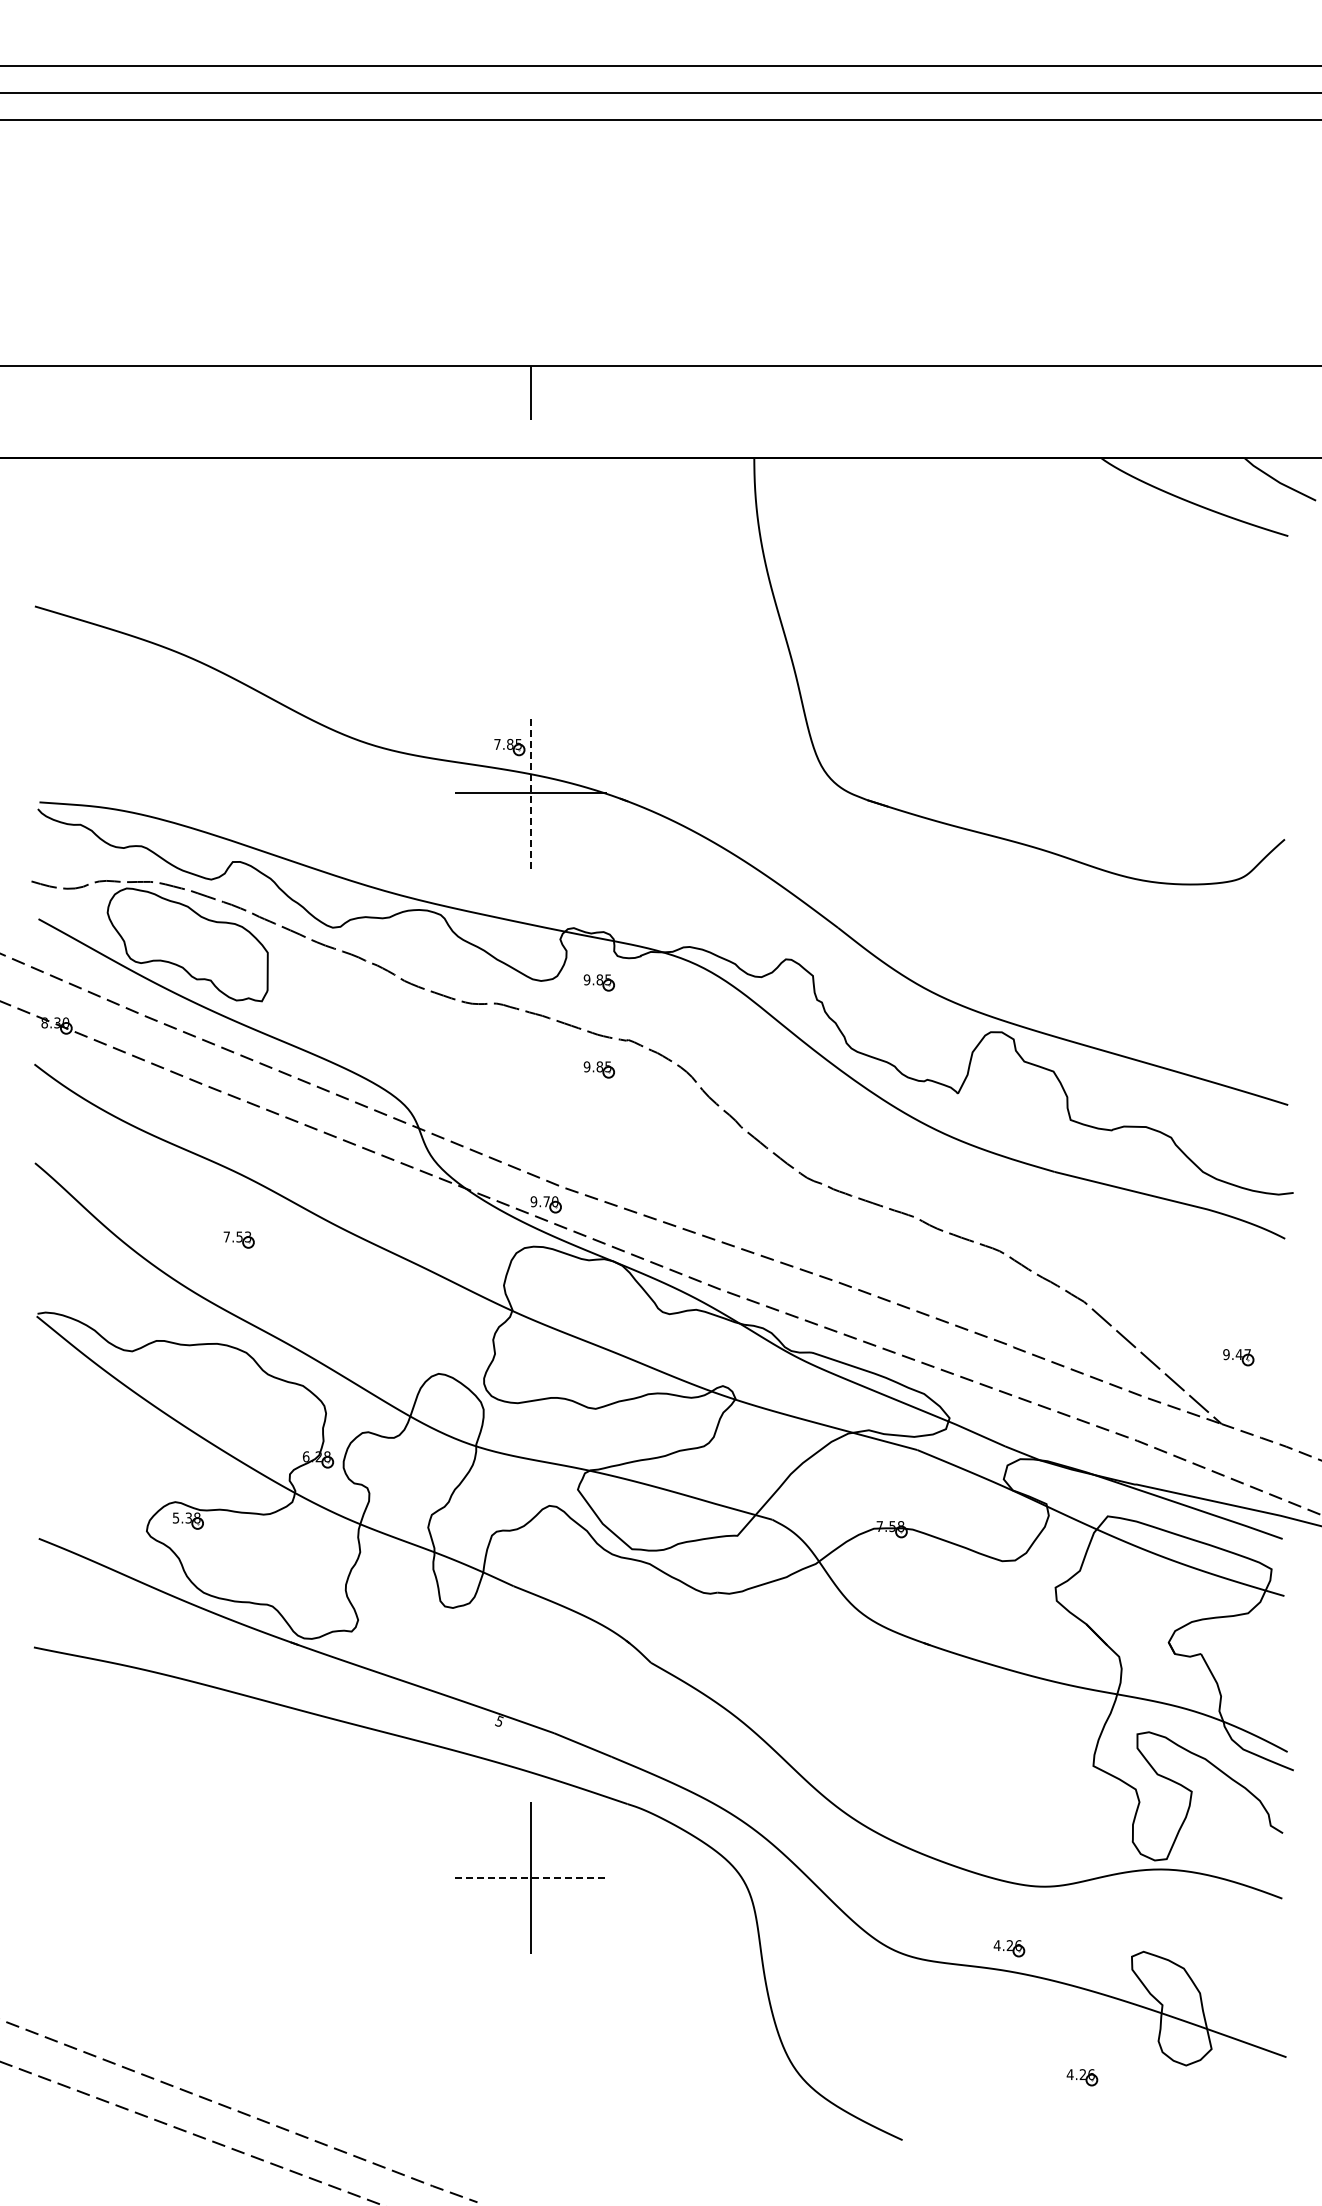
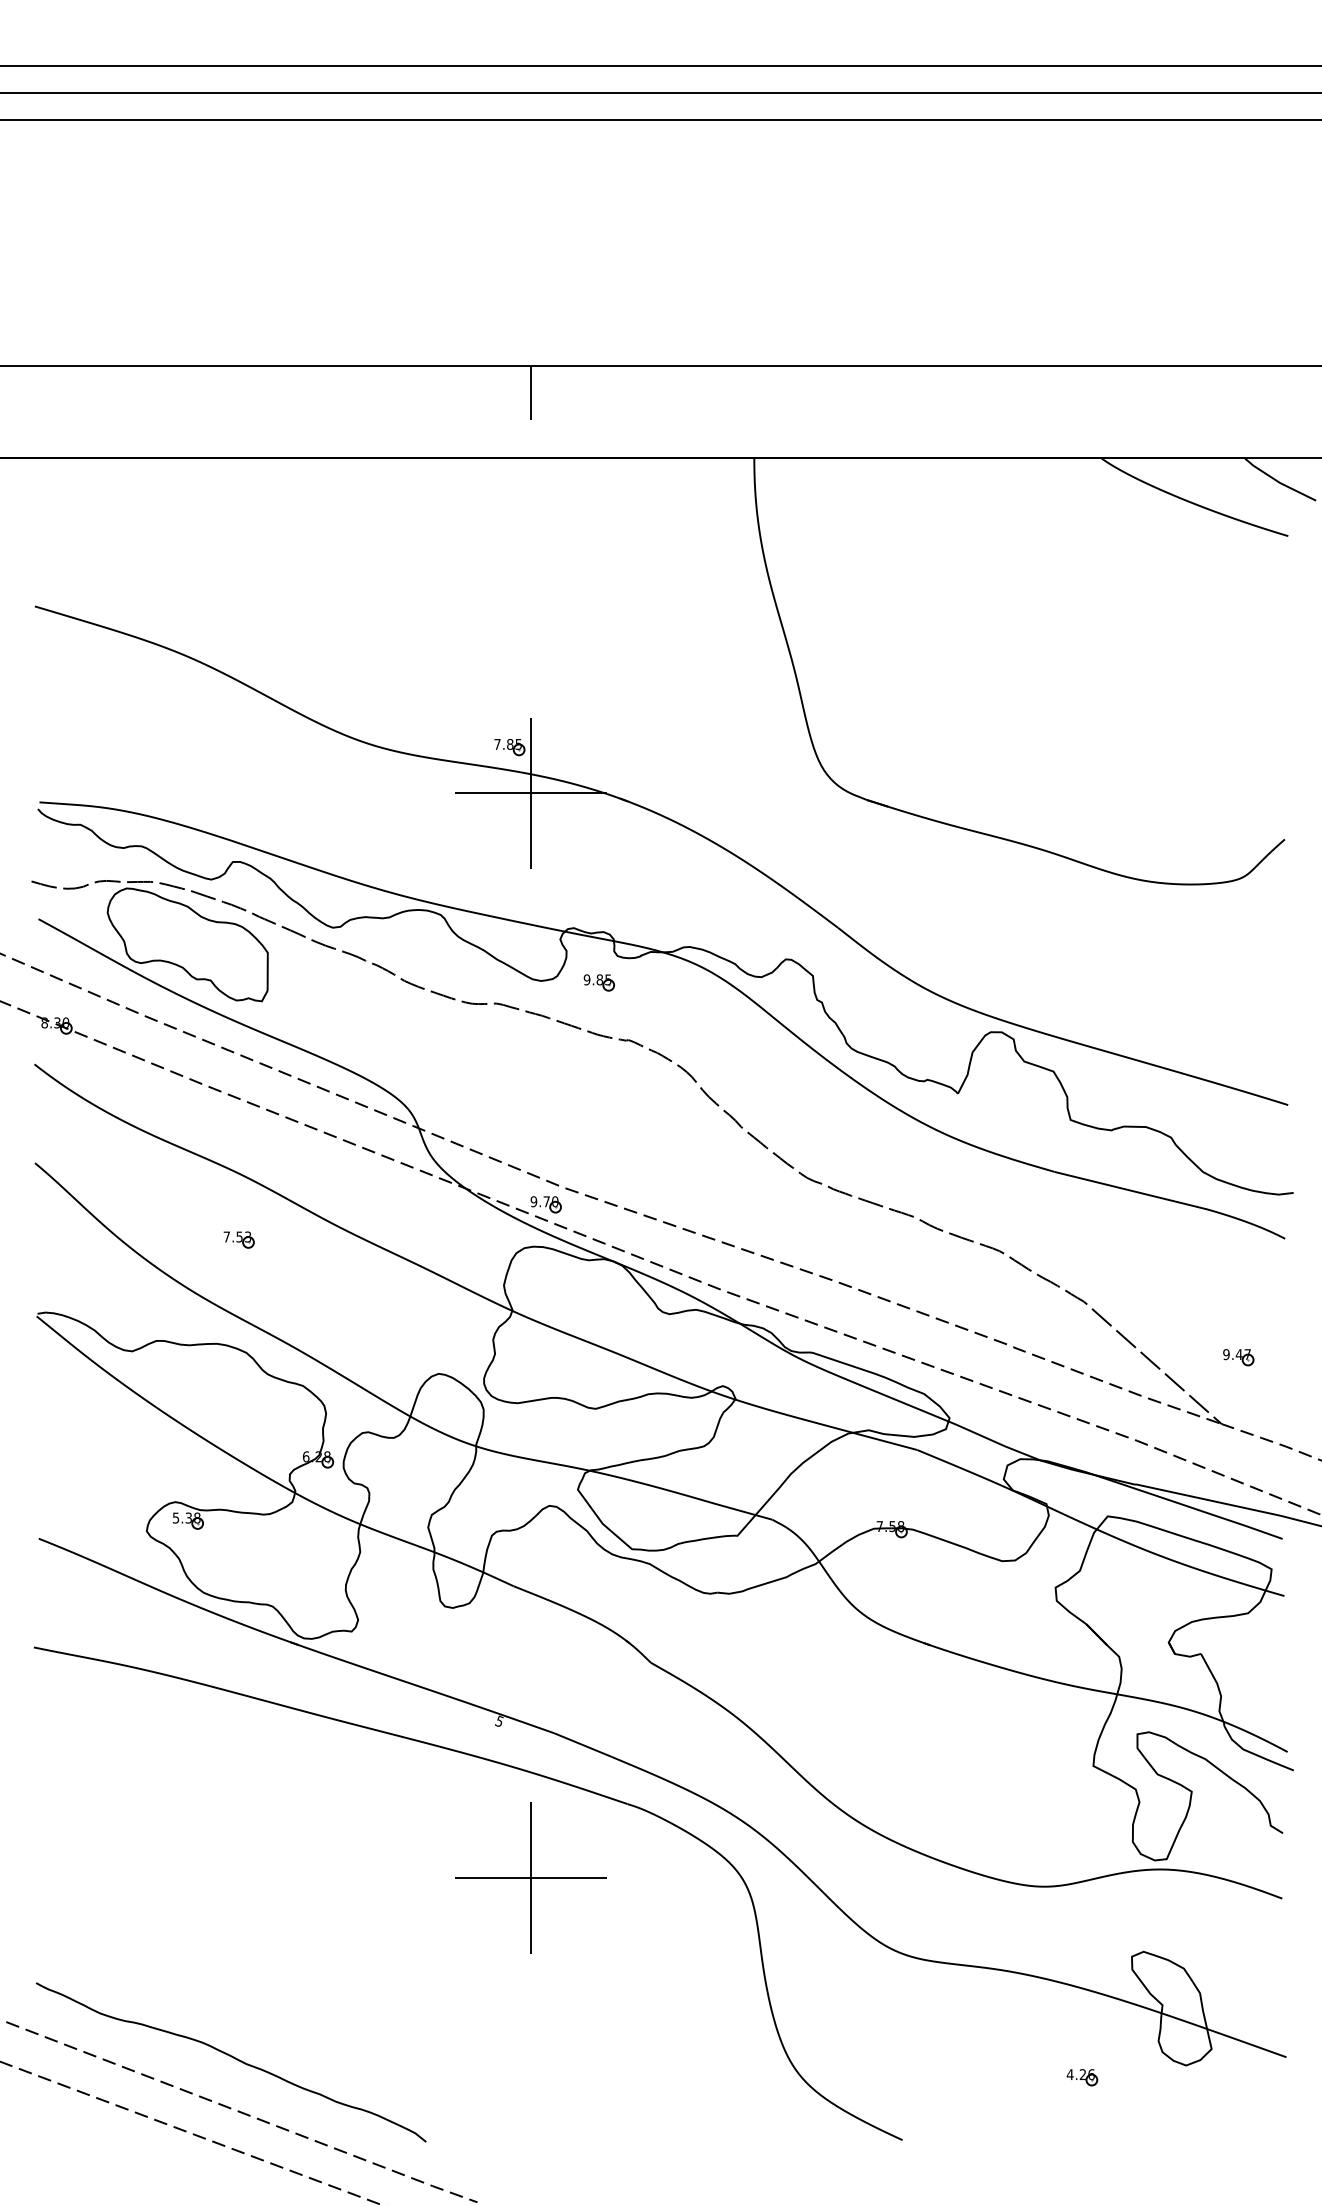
line at (531, 793): dashed -> solid
part at (598, 1069): present -> none
line at (531, 1877): dashed -> solid
part at (1009, 1948): present -> none
curve at (233, 2058): none -> present
